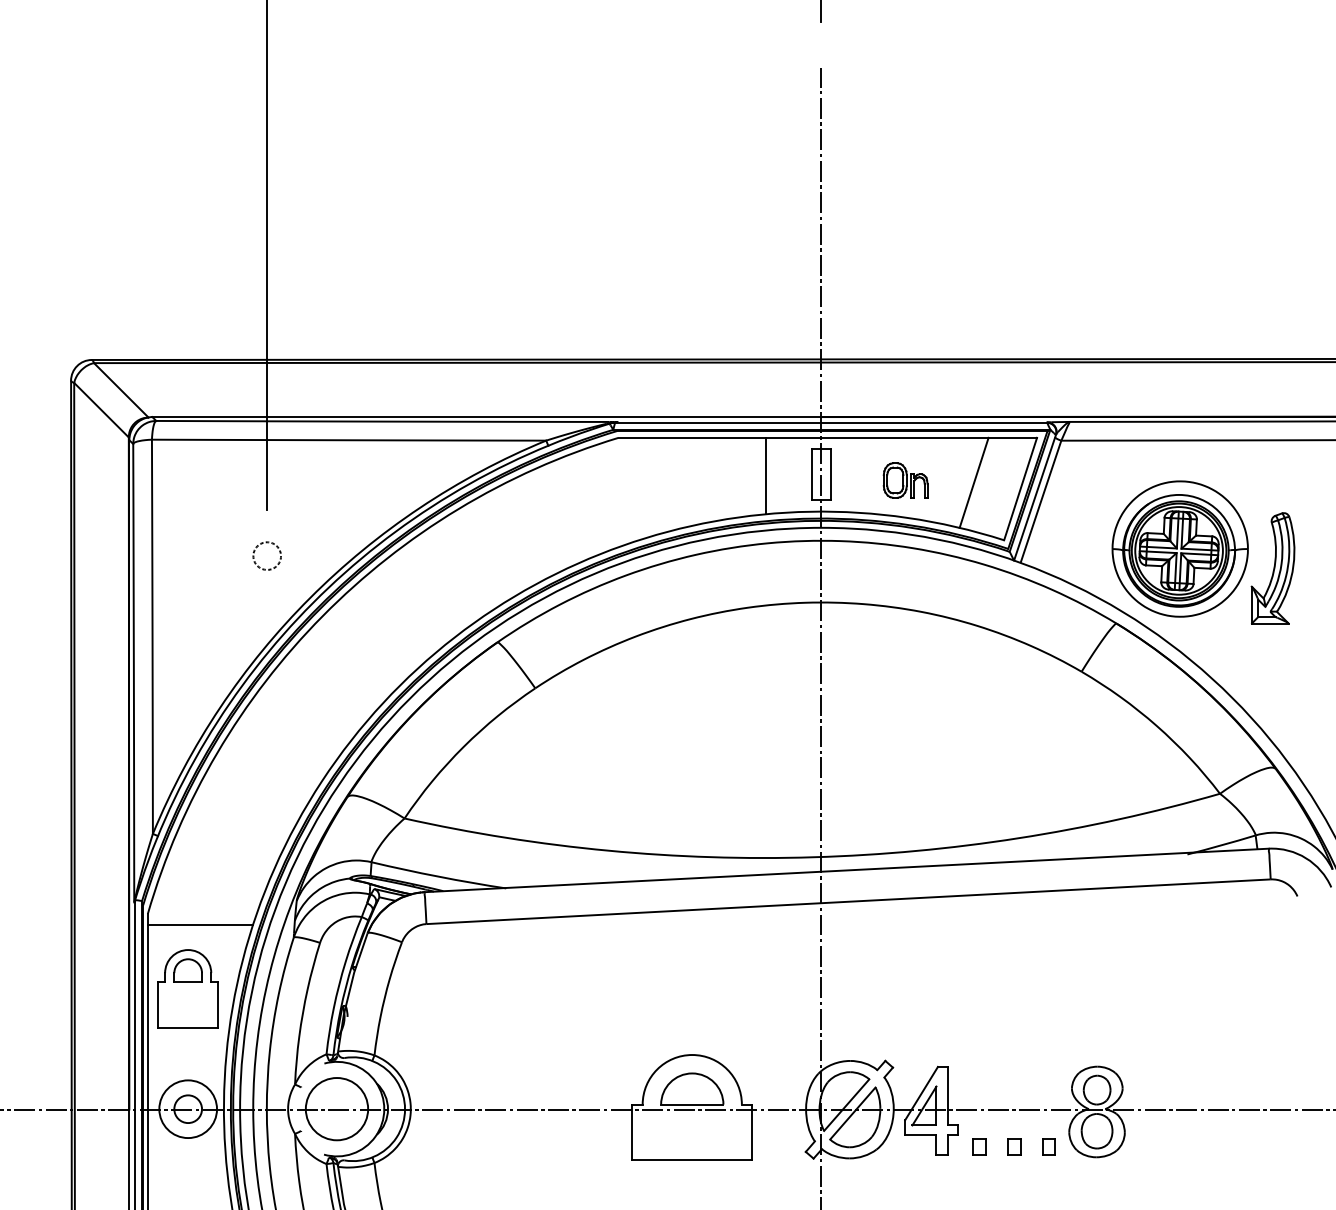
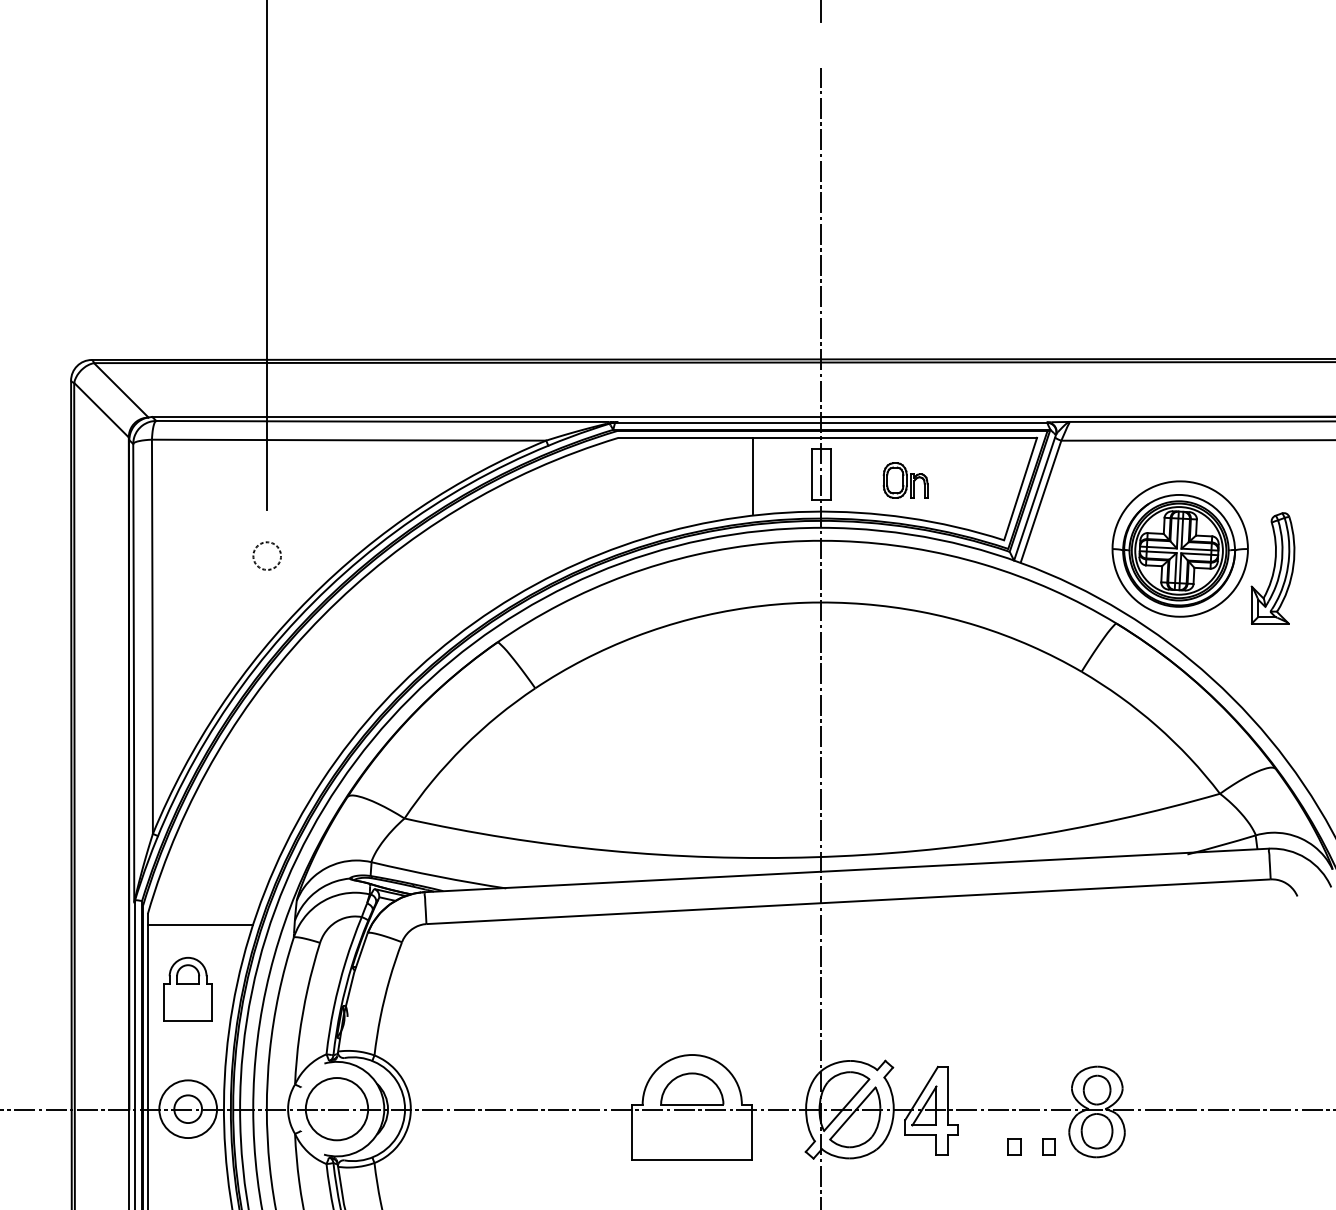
line at (766, 475) position: (766, 475) -> (753, 475)
line at (973, 482): present -> none
part at (187, 988) size: 62x80 px -> 50x66 px
part at (979, 1146): present -> none
